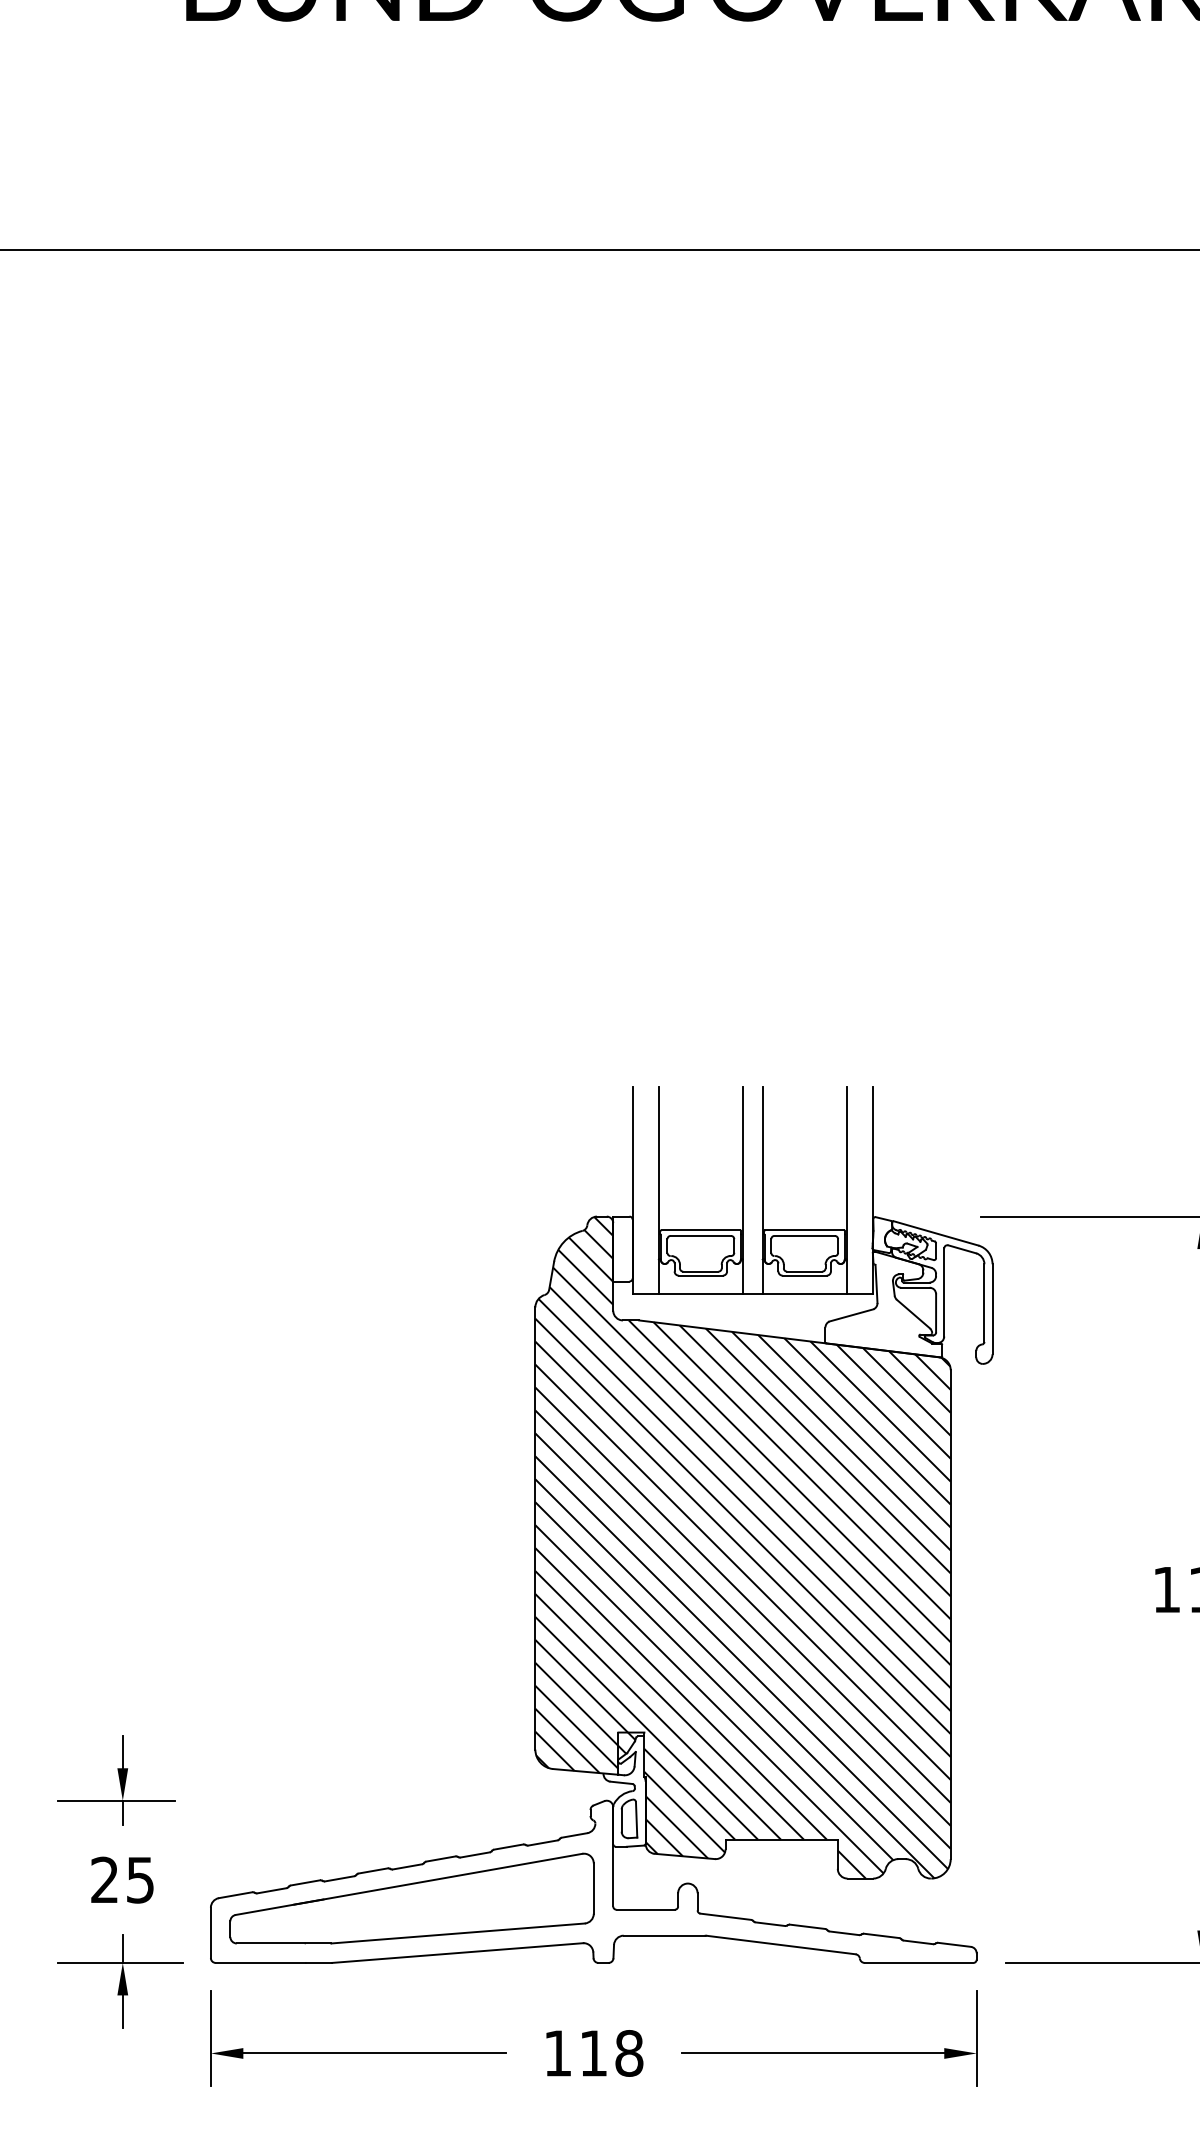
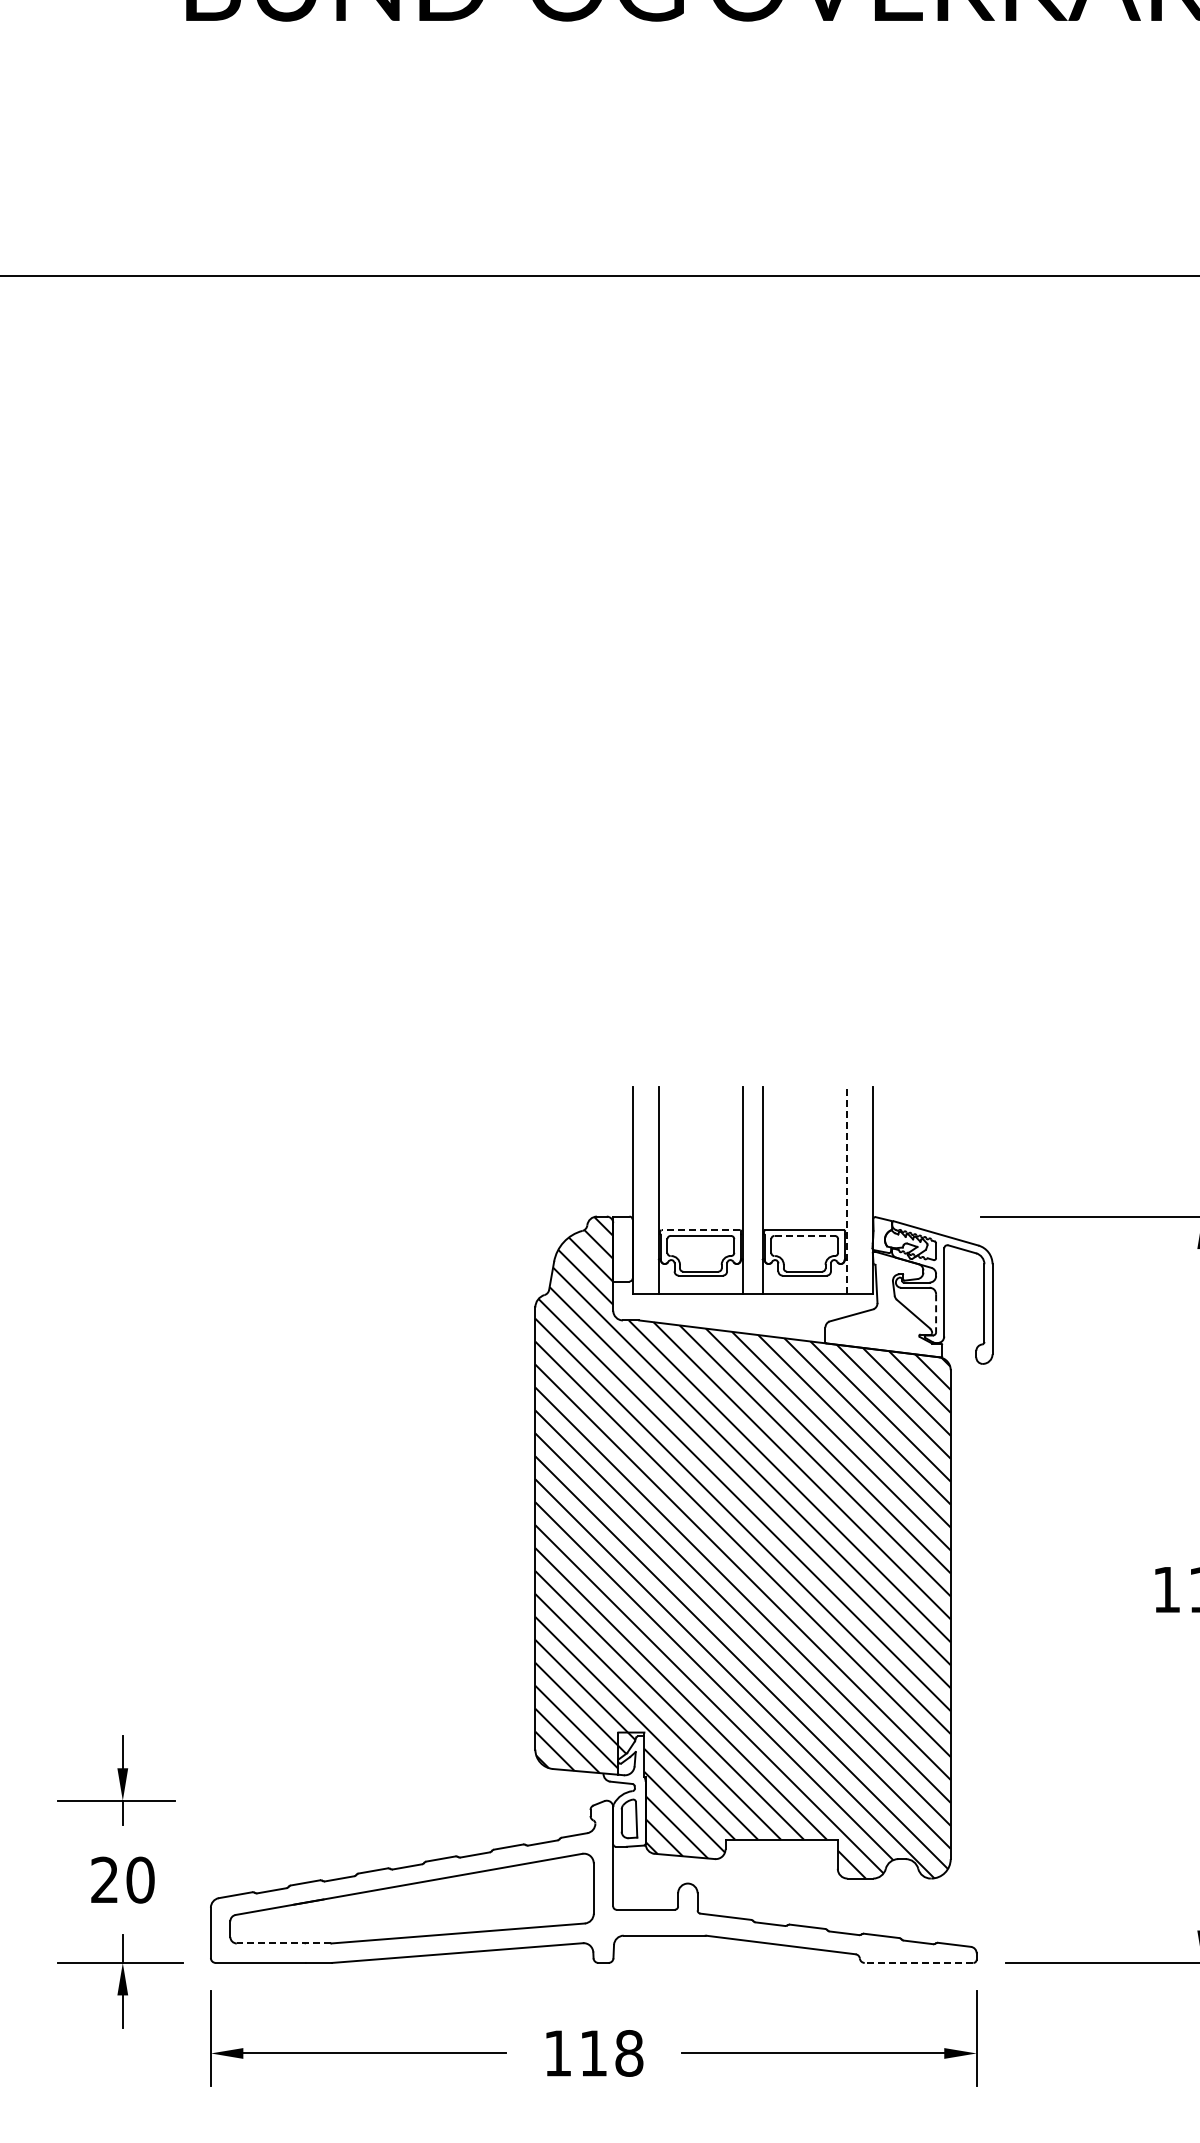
line at (599, 249) position: (599, 249) -> (599, 275)
line at (846, 1190): solid -> dashed
line at (700, 1230): solid -> dashed
line at (805, 1235): solid -> dashed
line at (936, 1313): solid -> dashed
text at (140, 1879): 25 -> 20
line at (283, 1943): solid -> dashed
line at (918, 1962): solid -> dashed
